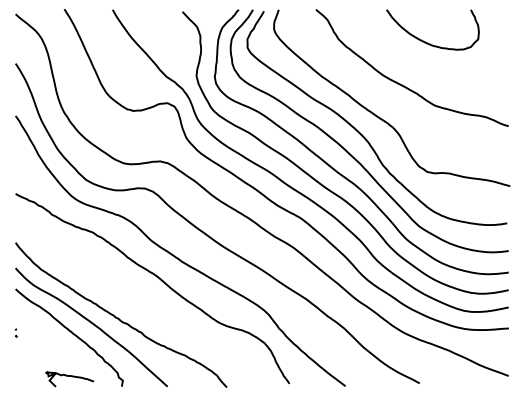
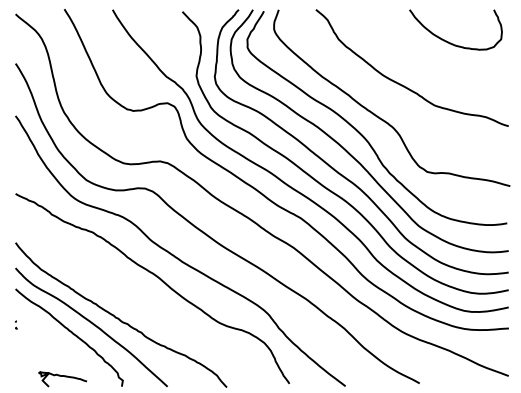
curve at (425, 41) position: (425, 41) -> (448, 41)
part at (16, 332) position: (16, 332) -> (16, 324)
curve at (69, 376) position: (69, 376) -> (62, 376)
